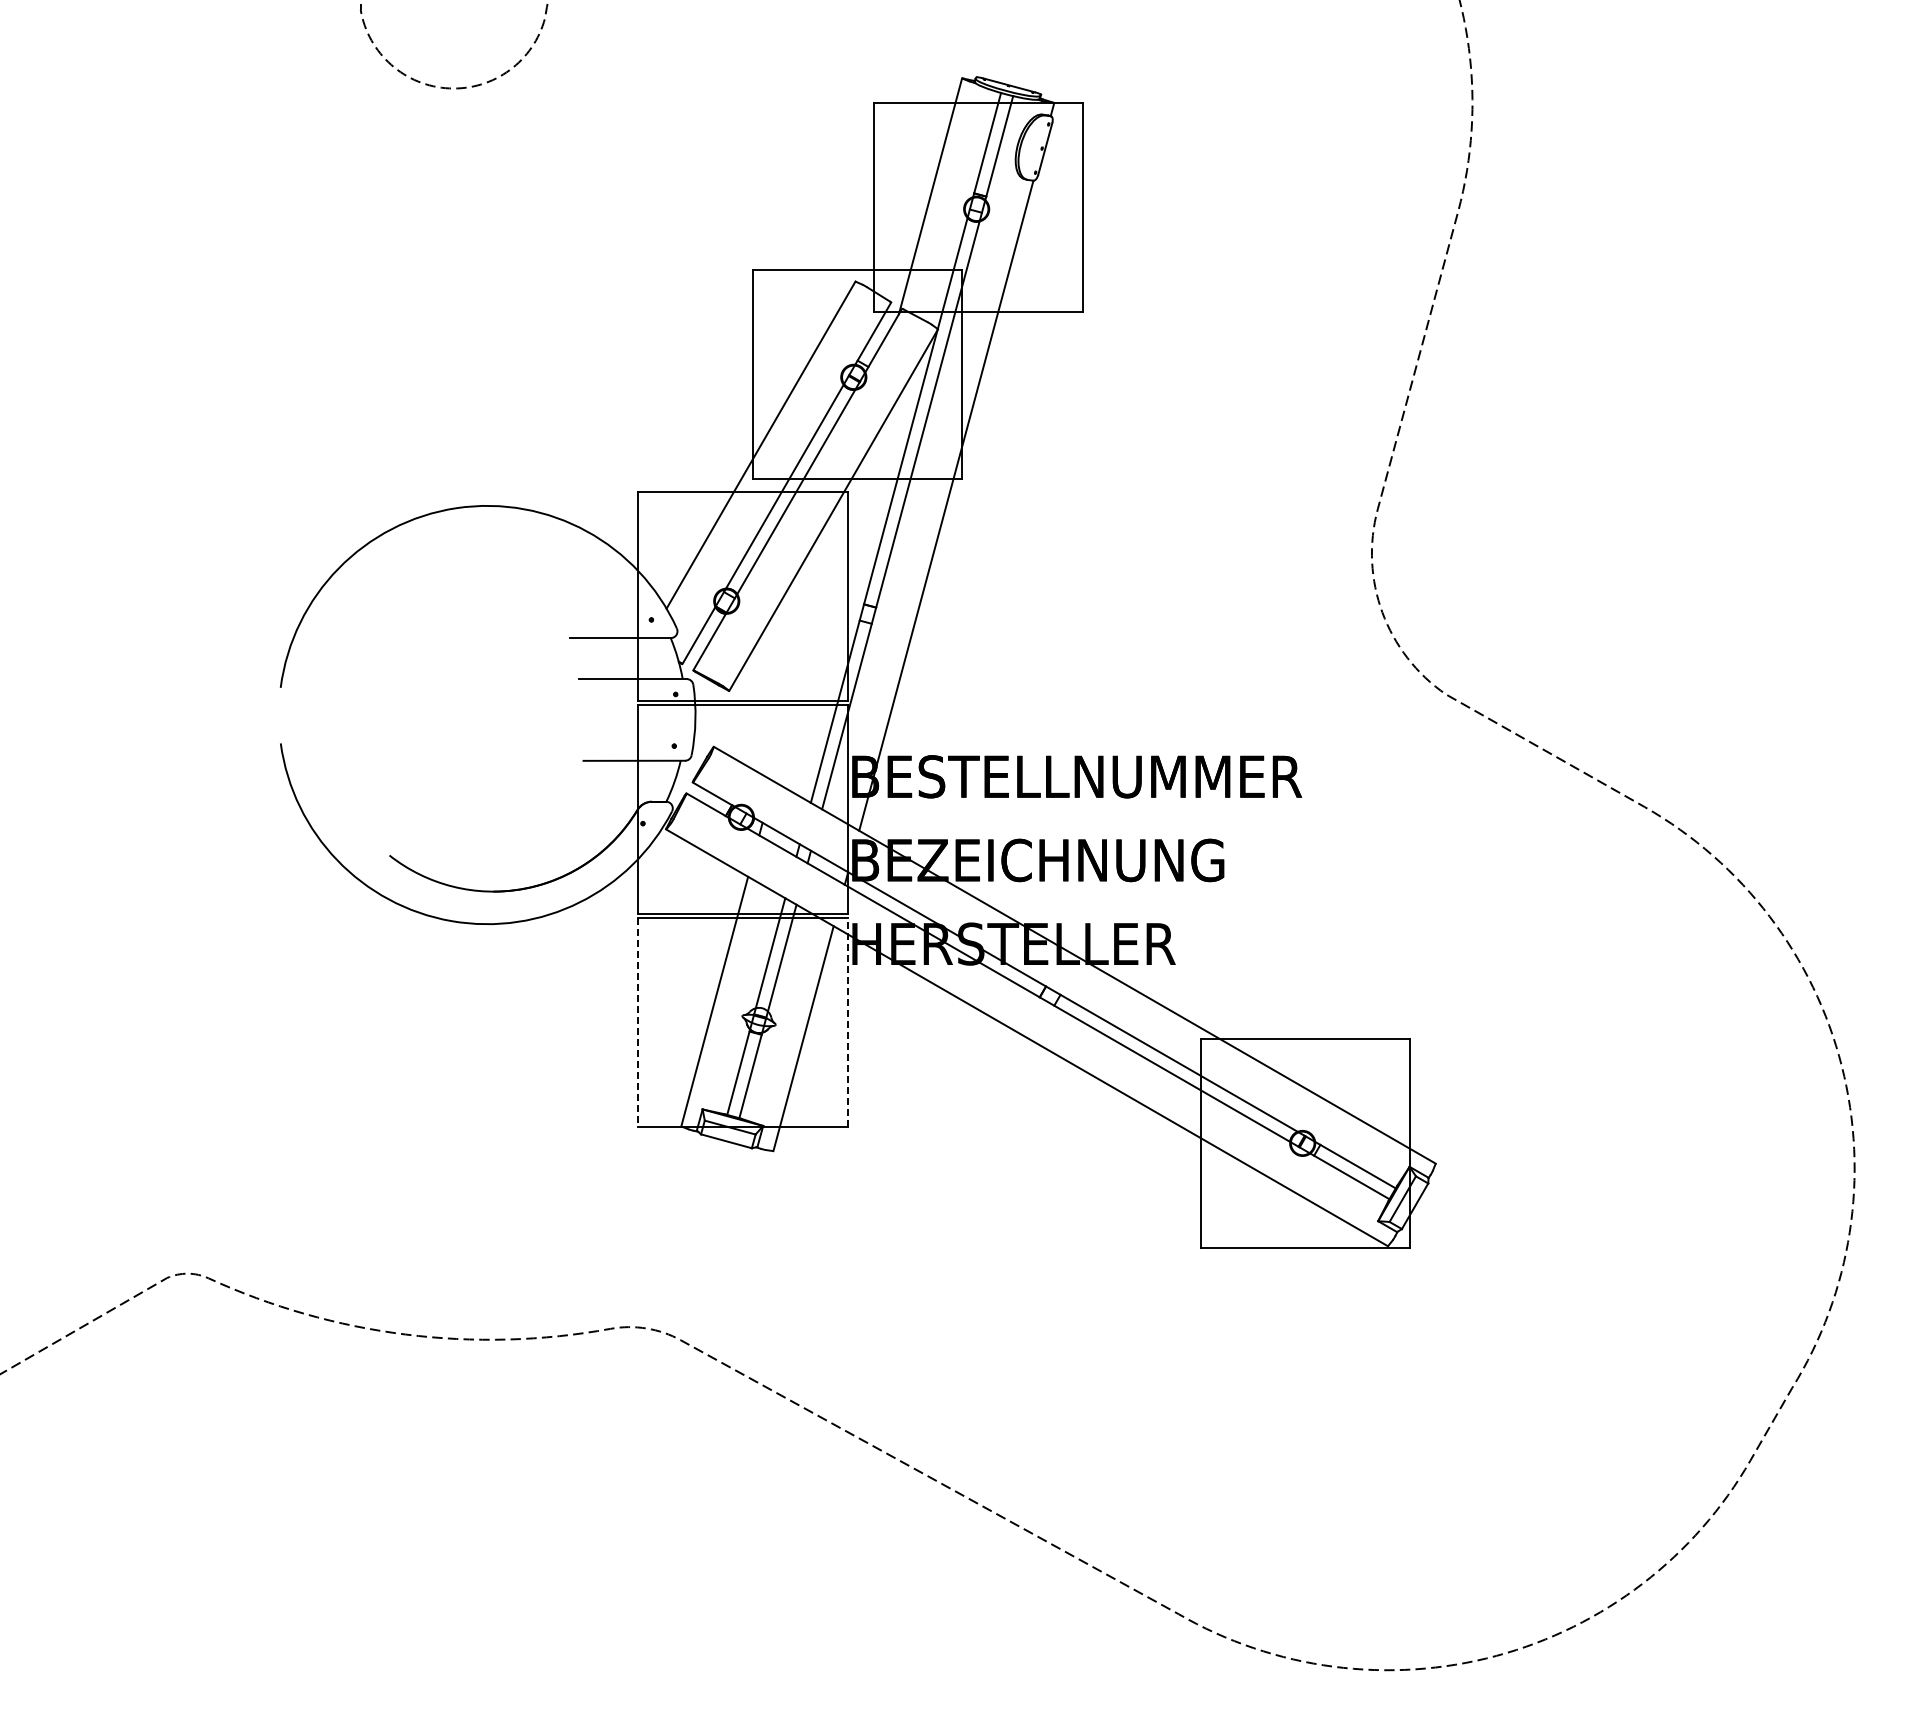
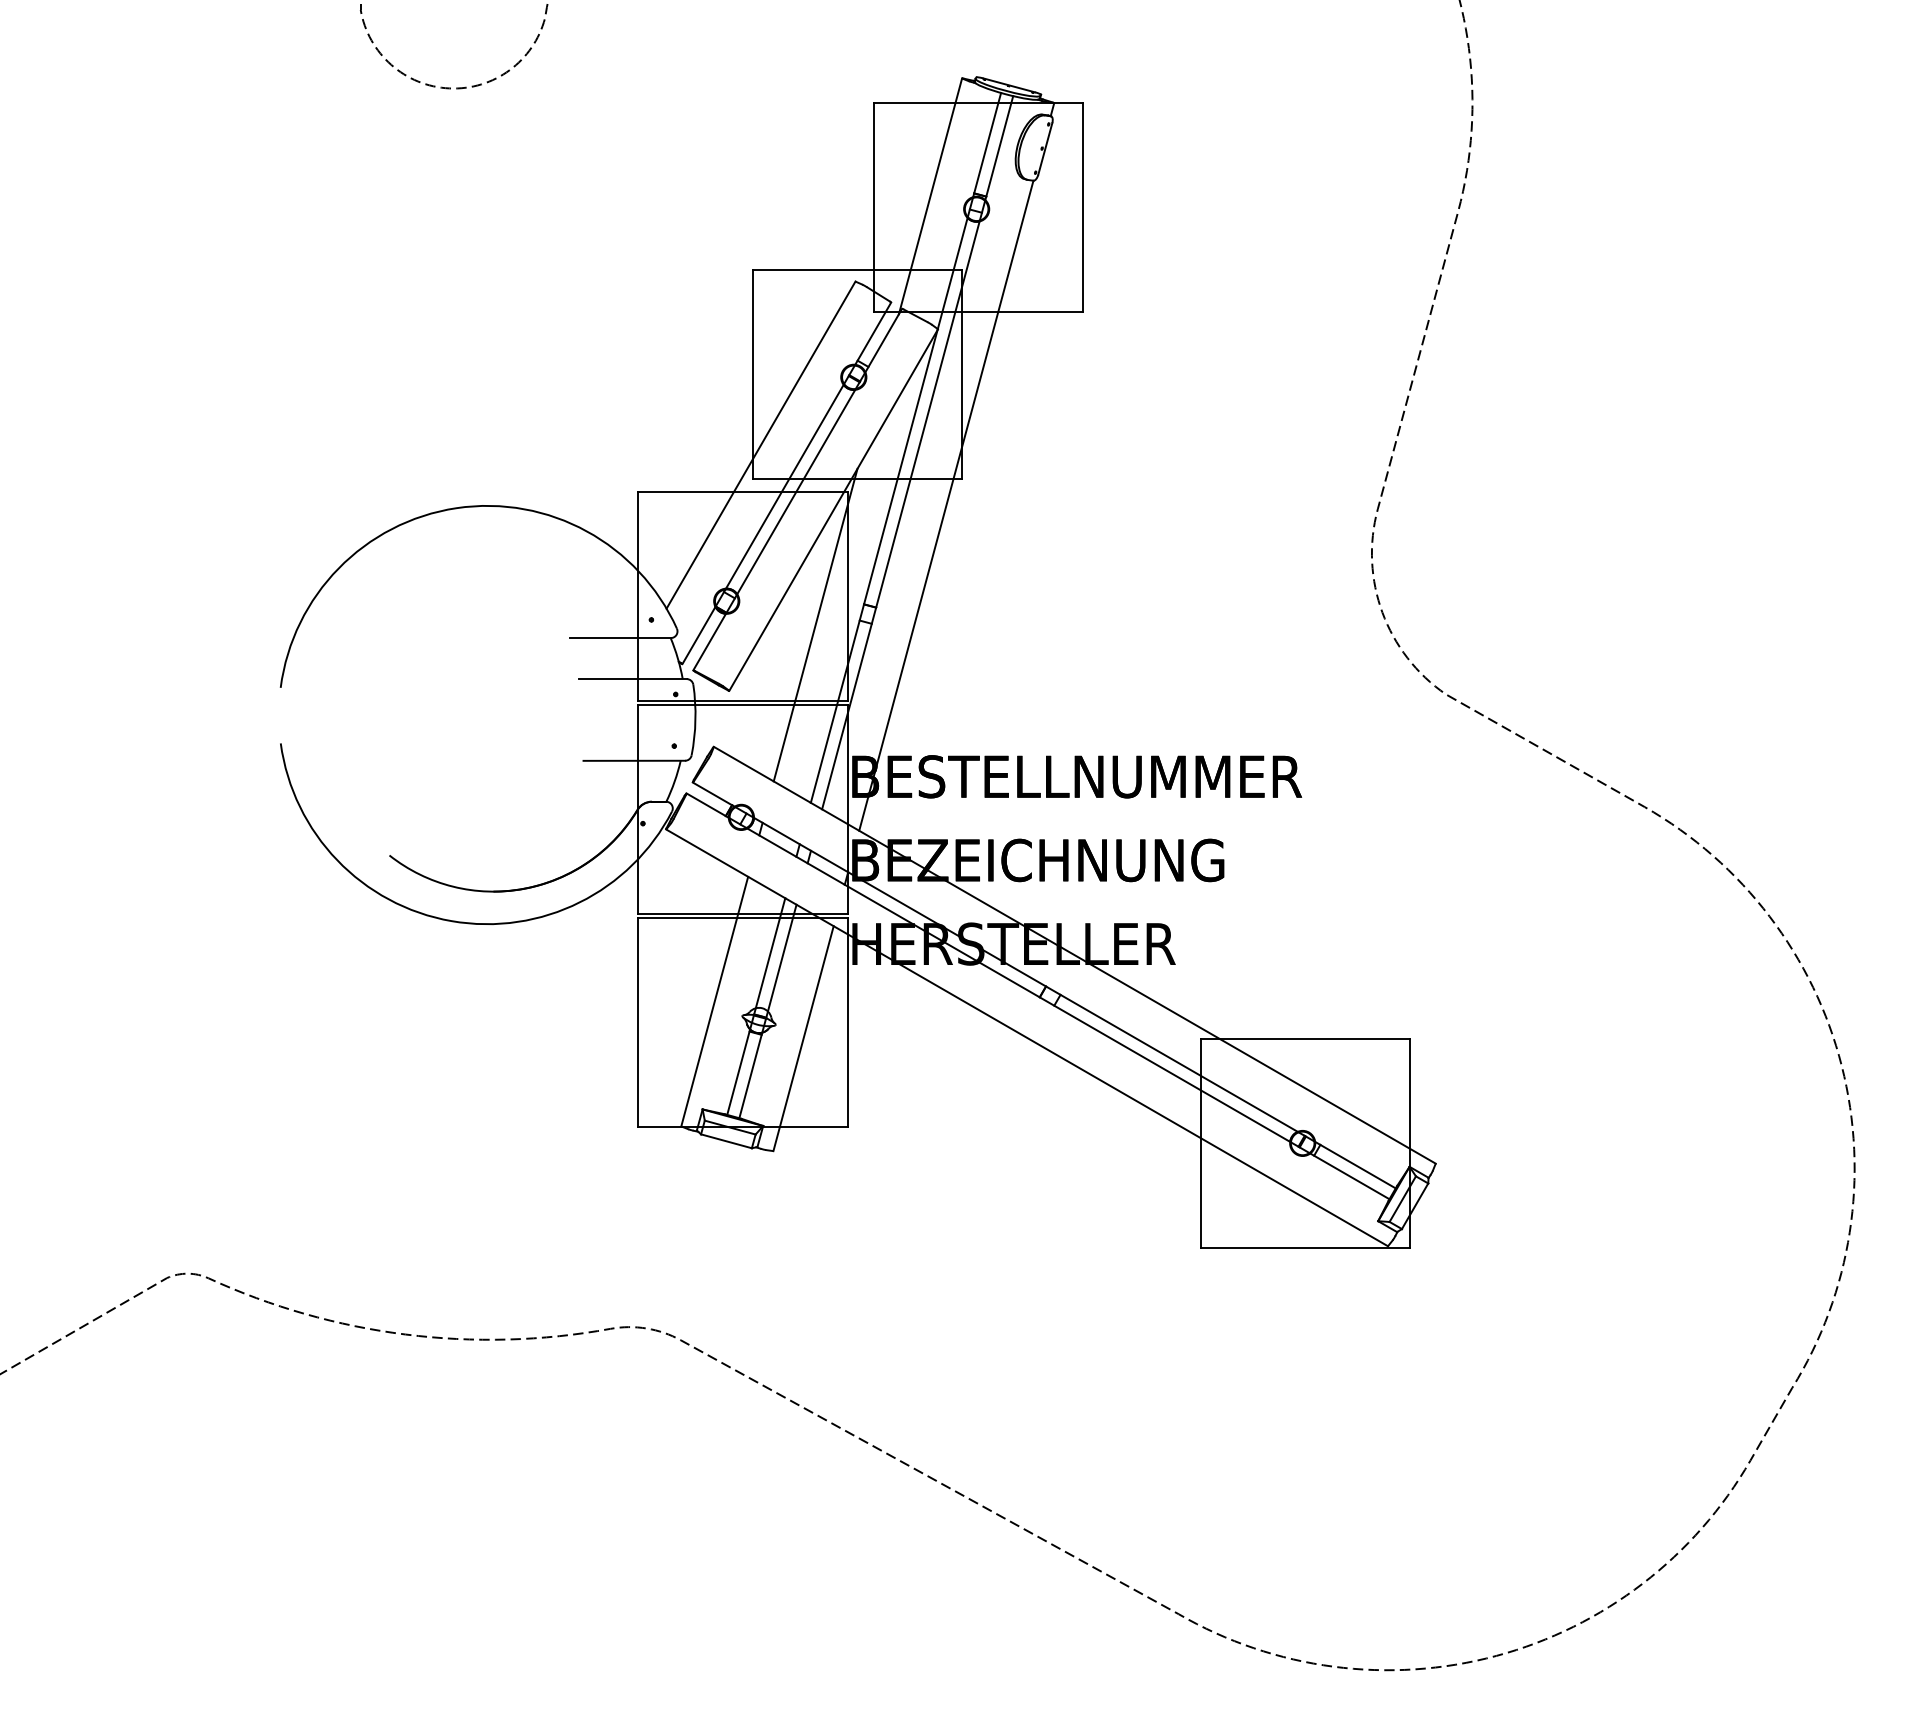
line at (815, 624): none -> present
line at (638, 1022): dashed -> solid
line at (847, 1022): dashed -> solid
